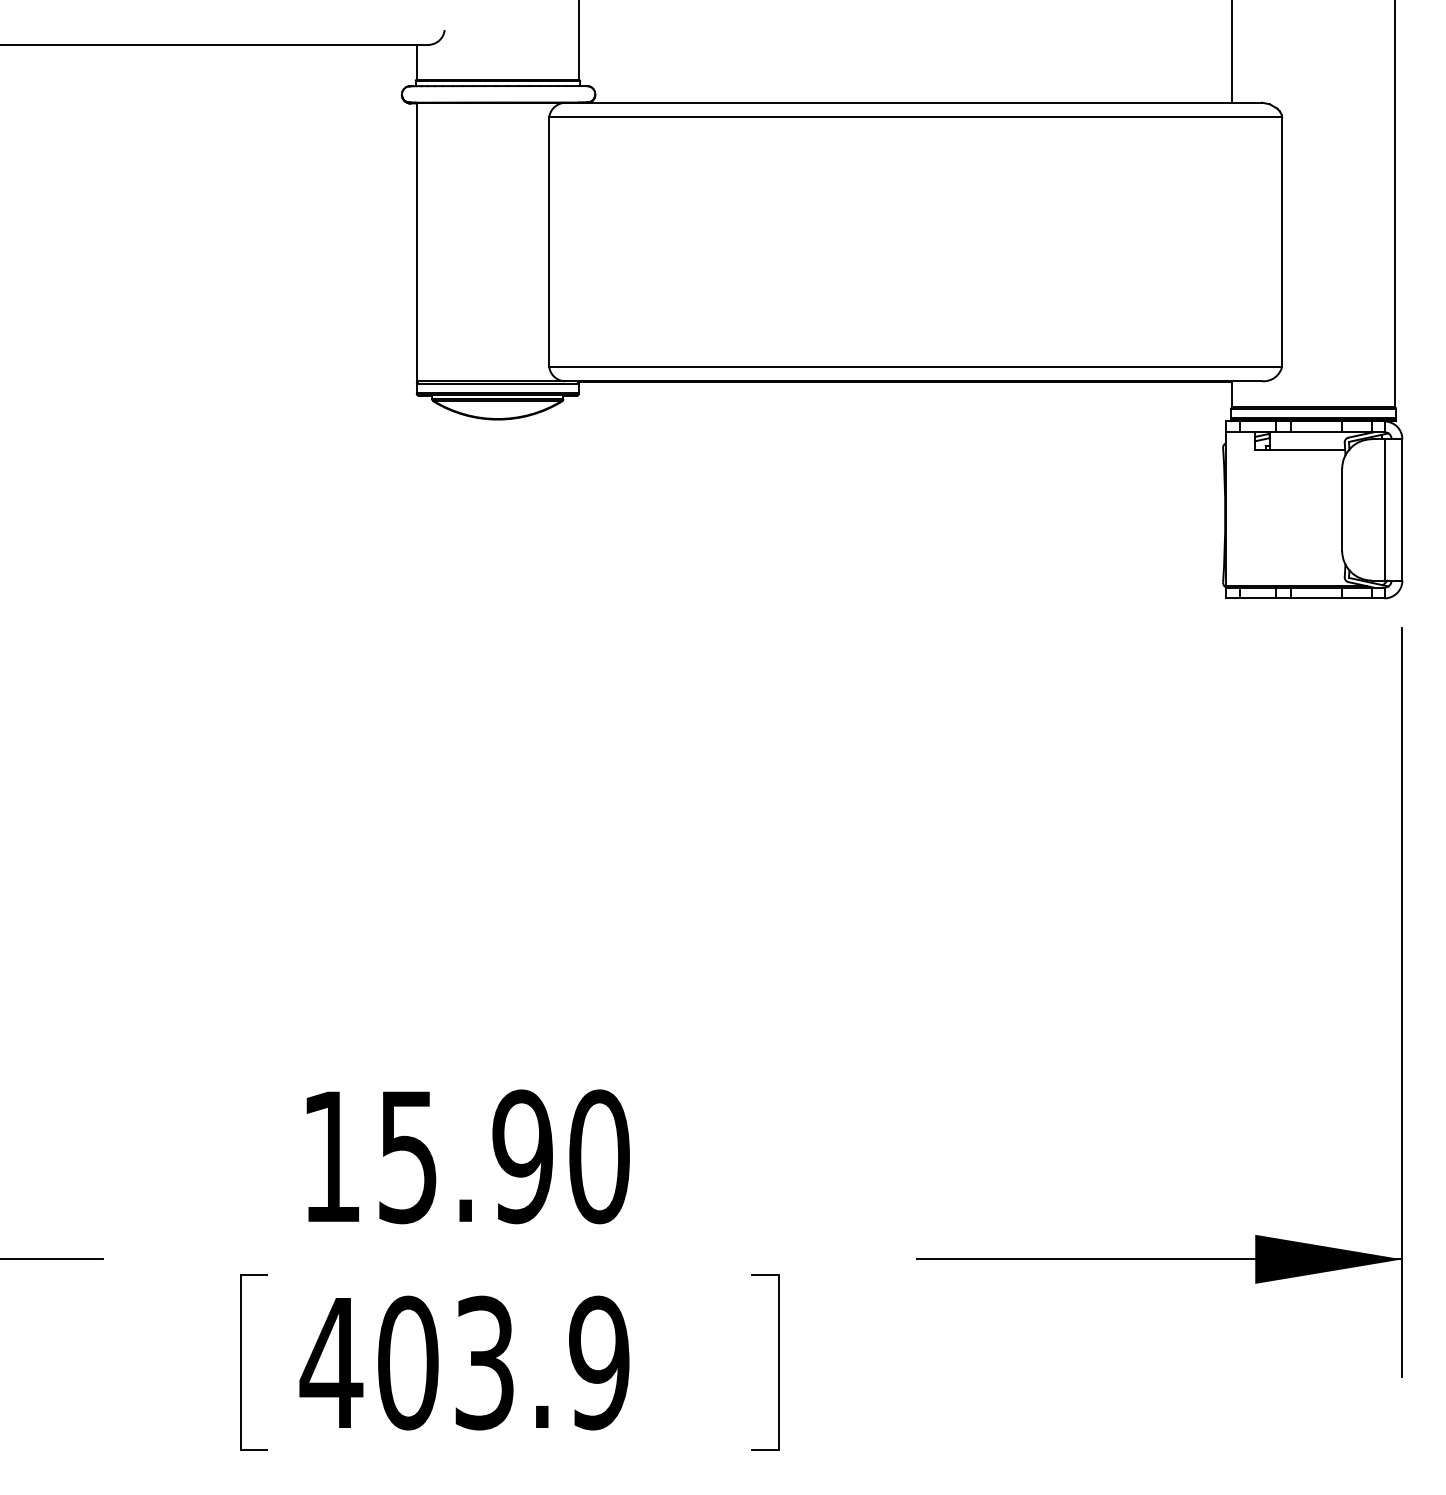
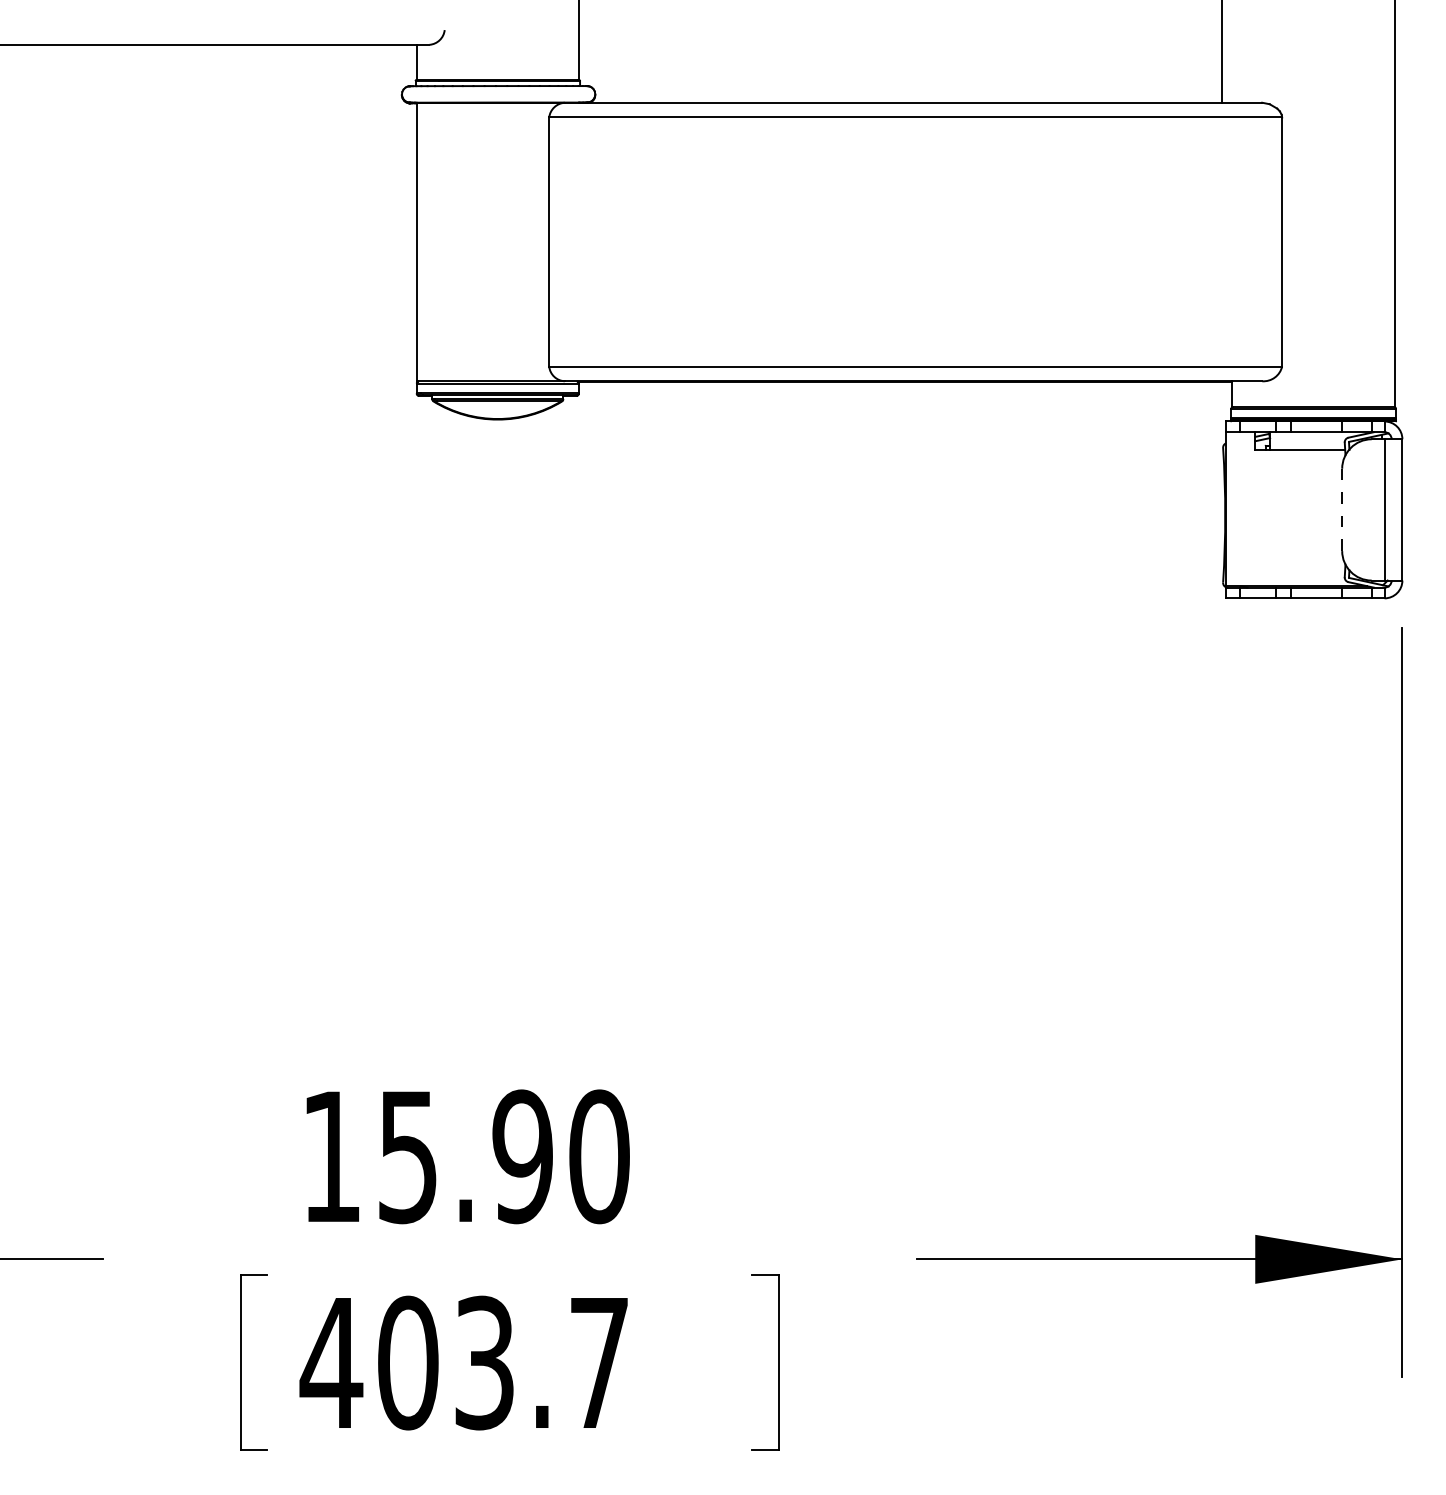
line at (1232, 52) position: (1232, 52) -> (1222, 52)
line at (1342, 509): solid -> dashed
text at (599, 1362): 403.9 -> 403.7
